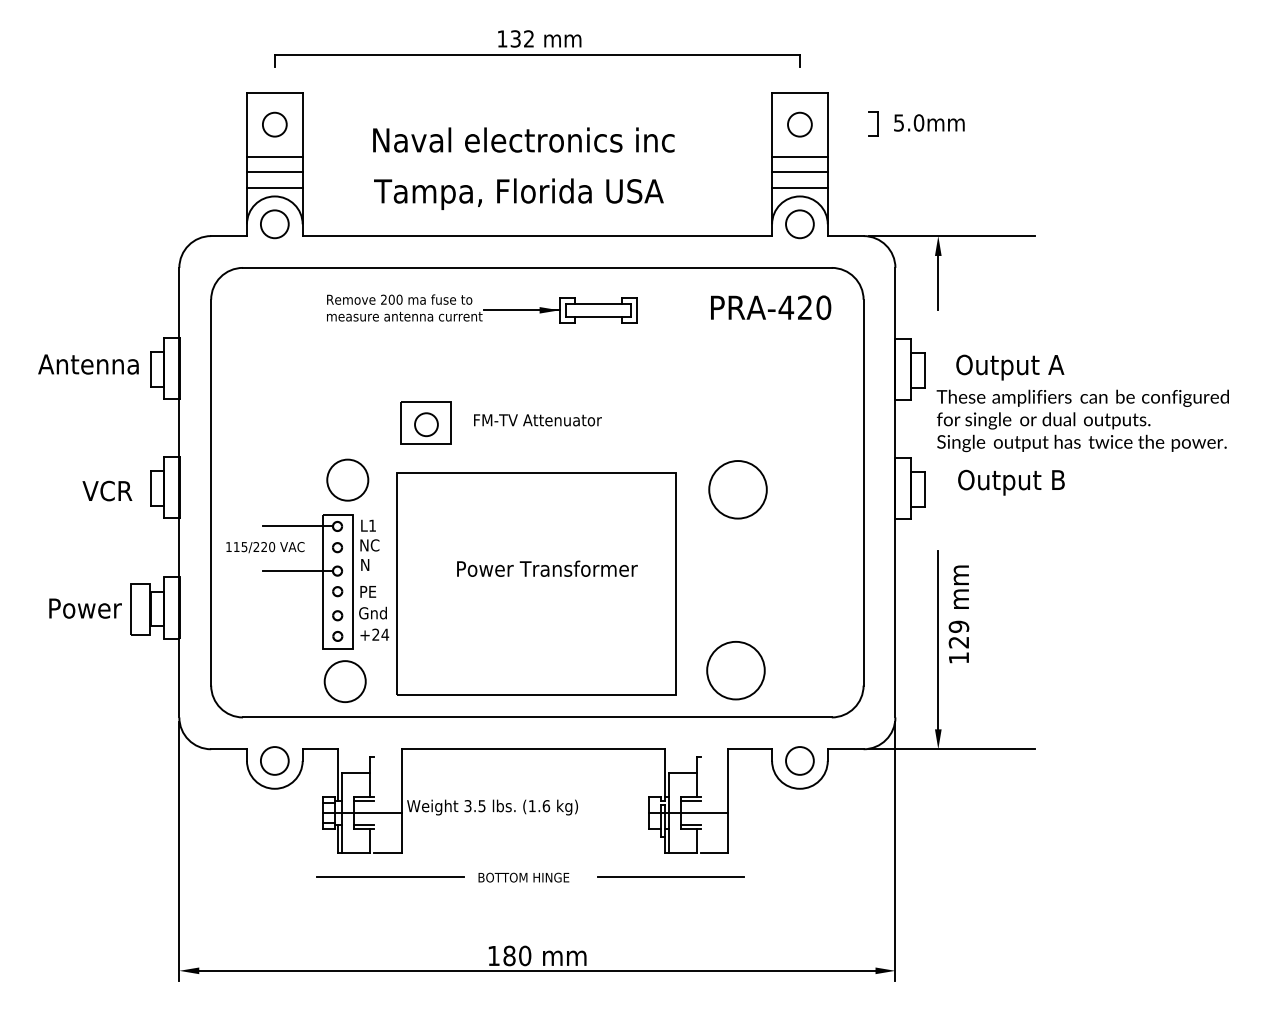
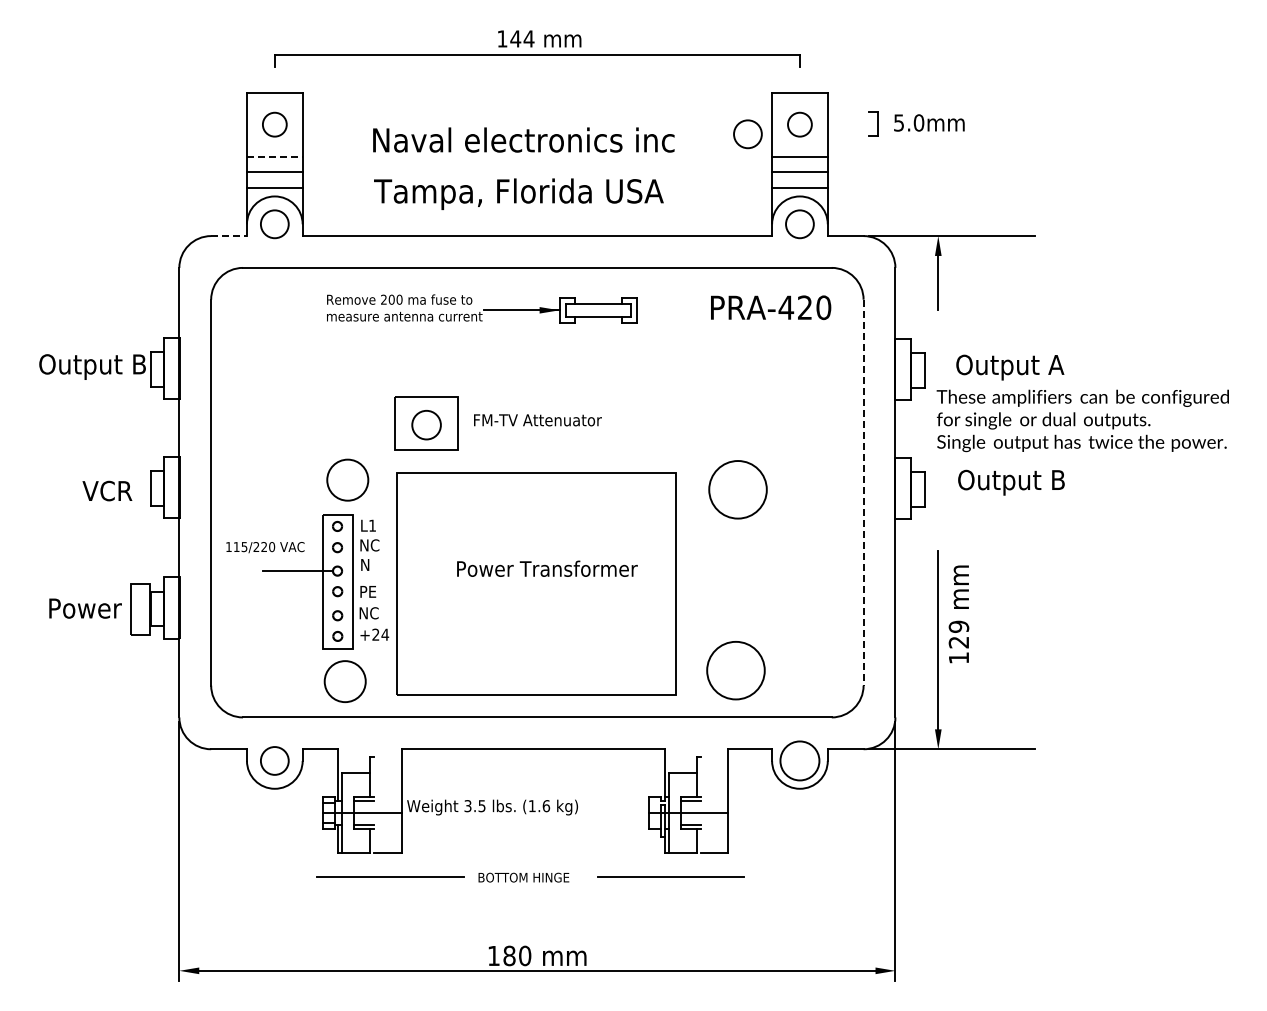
text at (522, 38): 132 -> 144
circle at (747, 134): none -> present
line at (274, 156): solid -> dashed
line at (229, 236): solid -> dashed
text at (91, 366): Antenna -> Output B
part at (425, 422) size: 52x44 px -> 65x55 px
line at (863, 492): solid -> dashed
line at (297, 526): present -> none
text at (372, 612): Gnd -> NC
circle at (799, 760) diameter: 28 px -> 39 px
